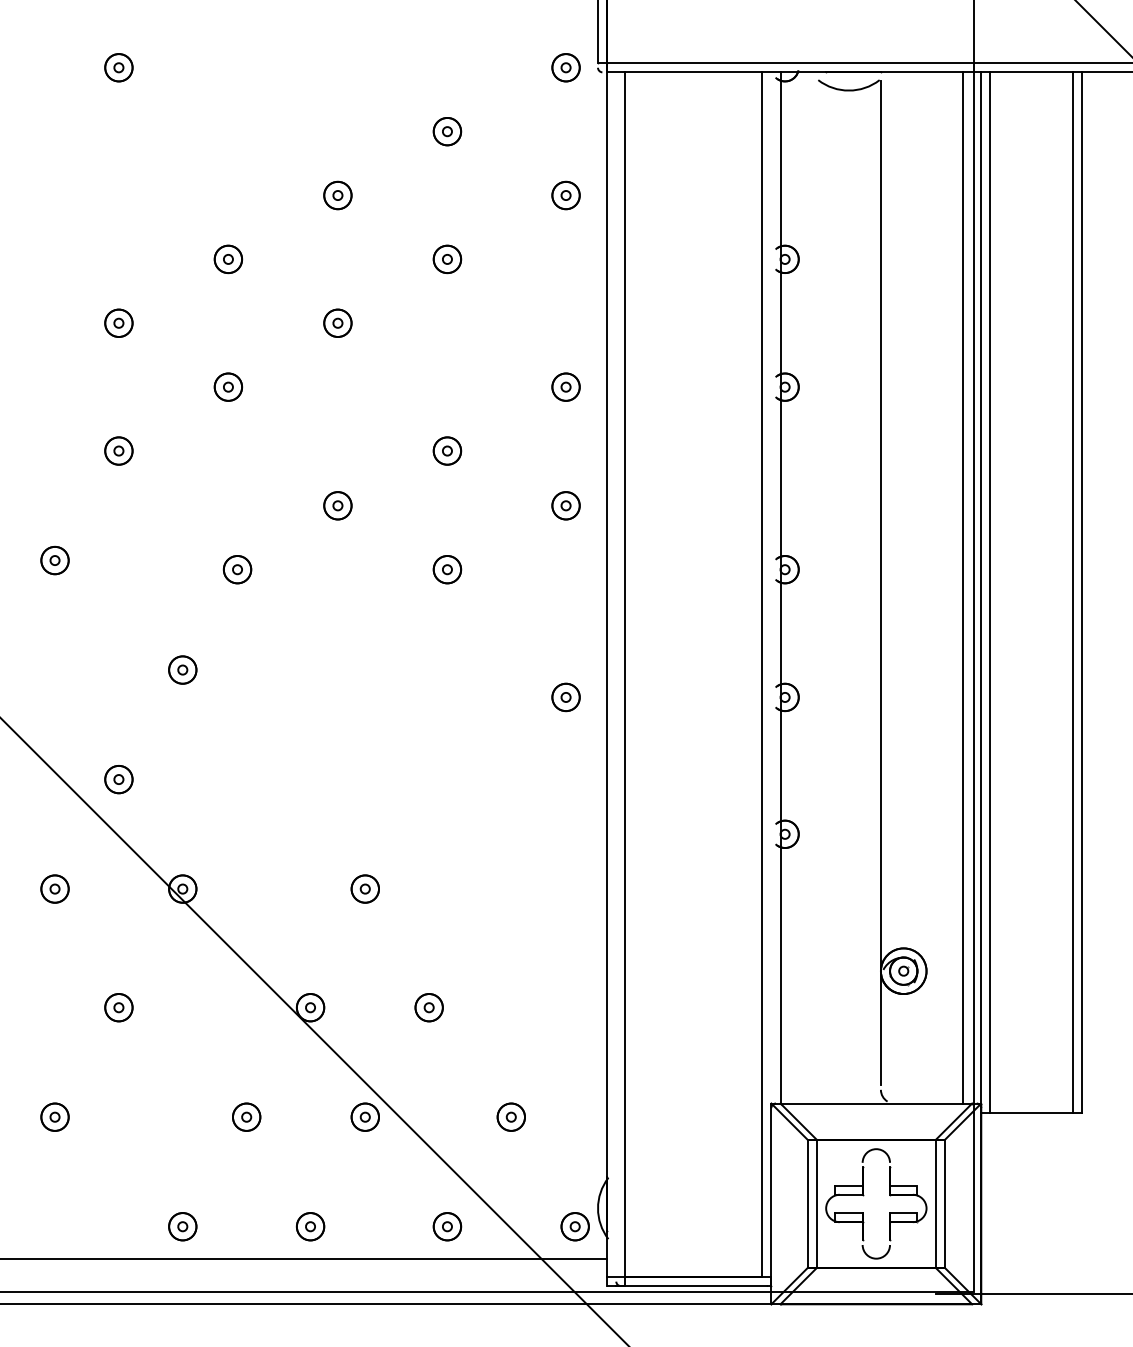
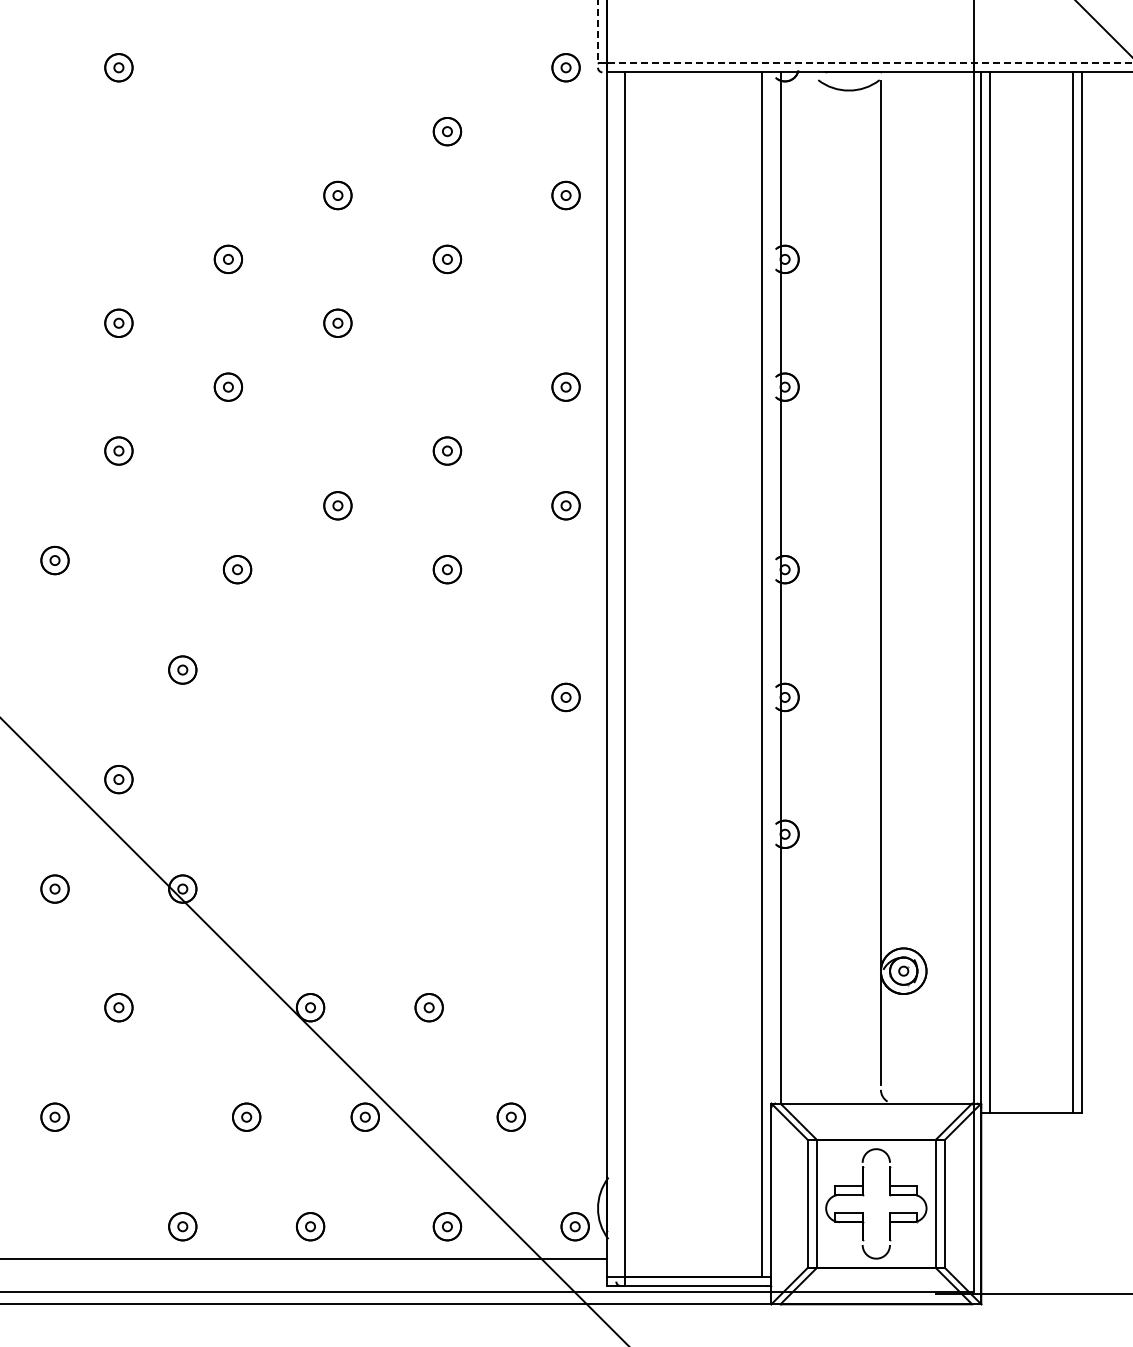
line at (598, 32): solid -> dashed
line at (869, 63): solid -> dashed
line at (963, 587): present -> none
part at (364, 888): present -> none
